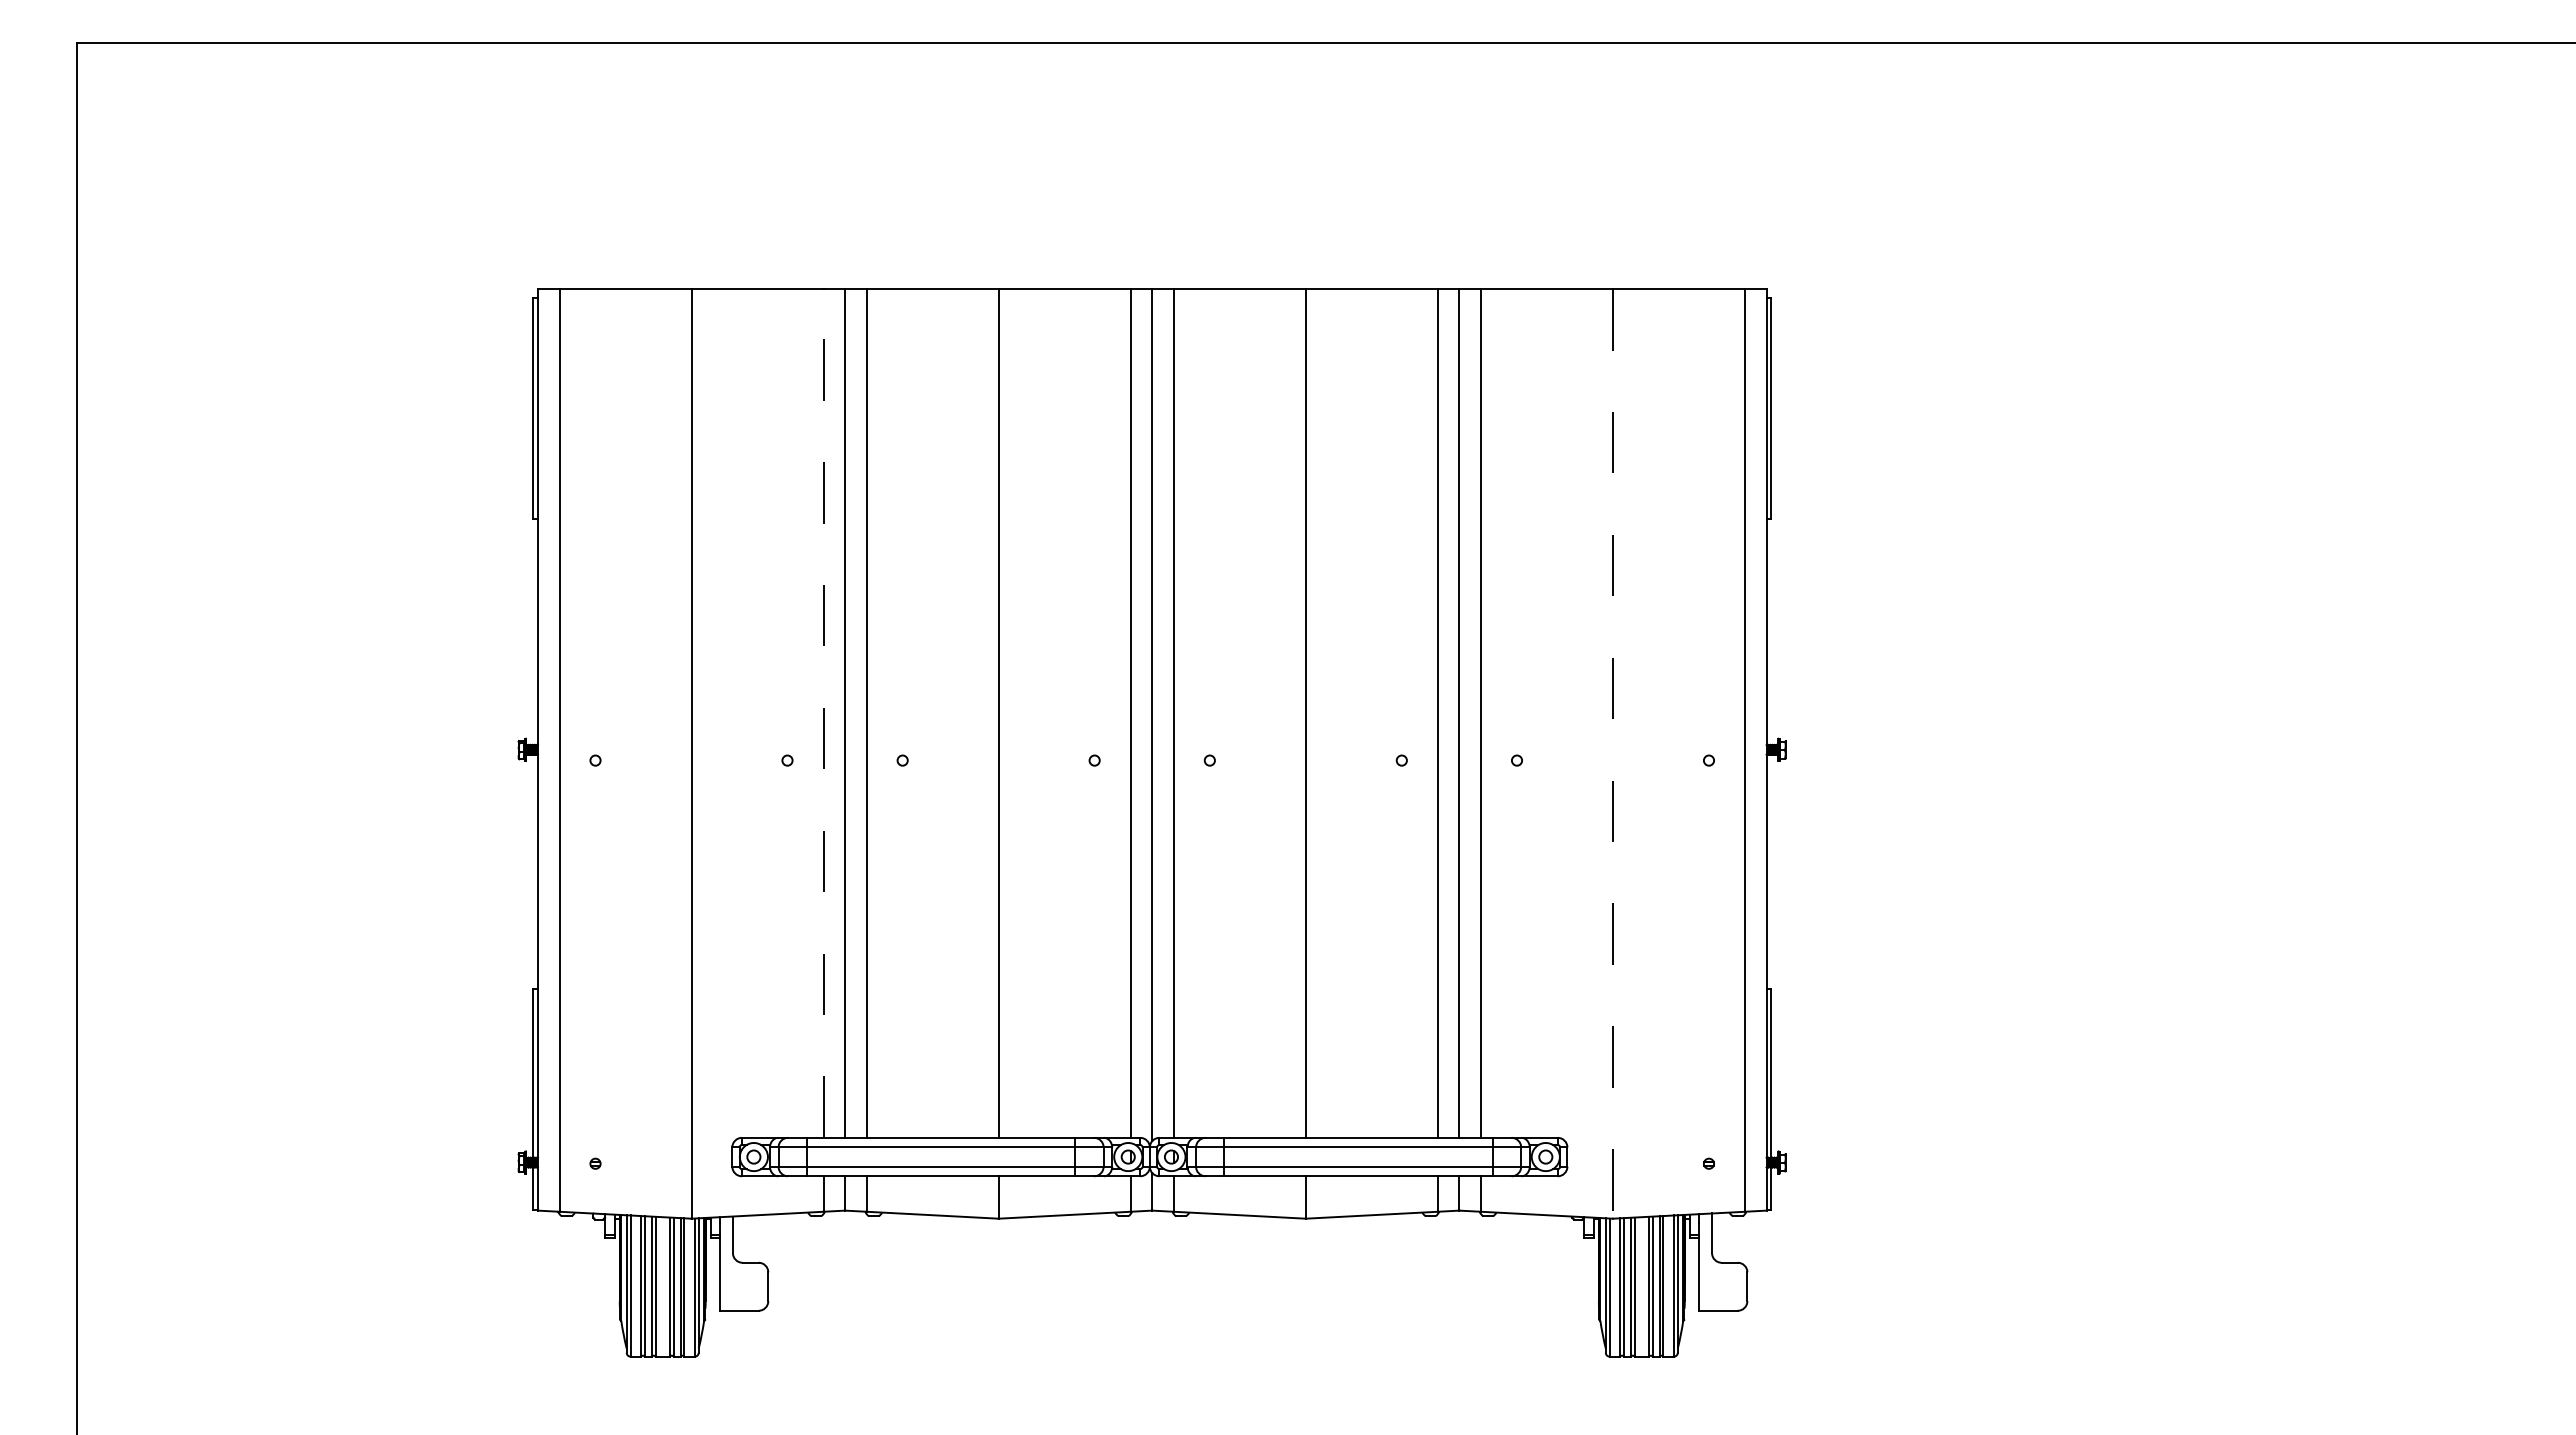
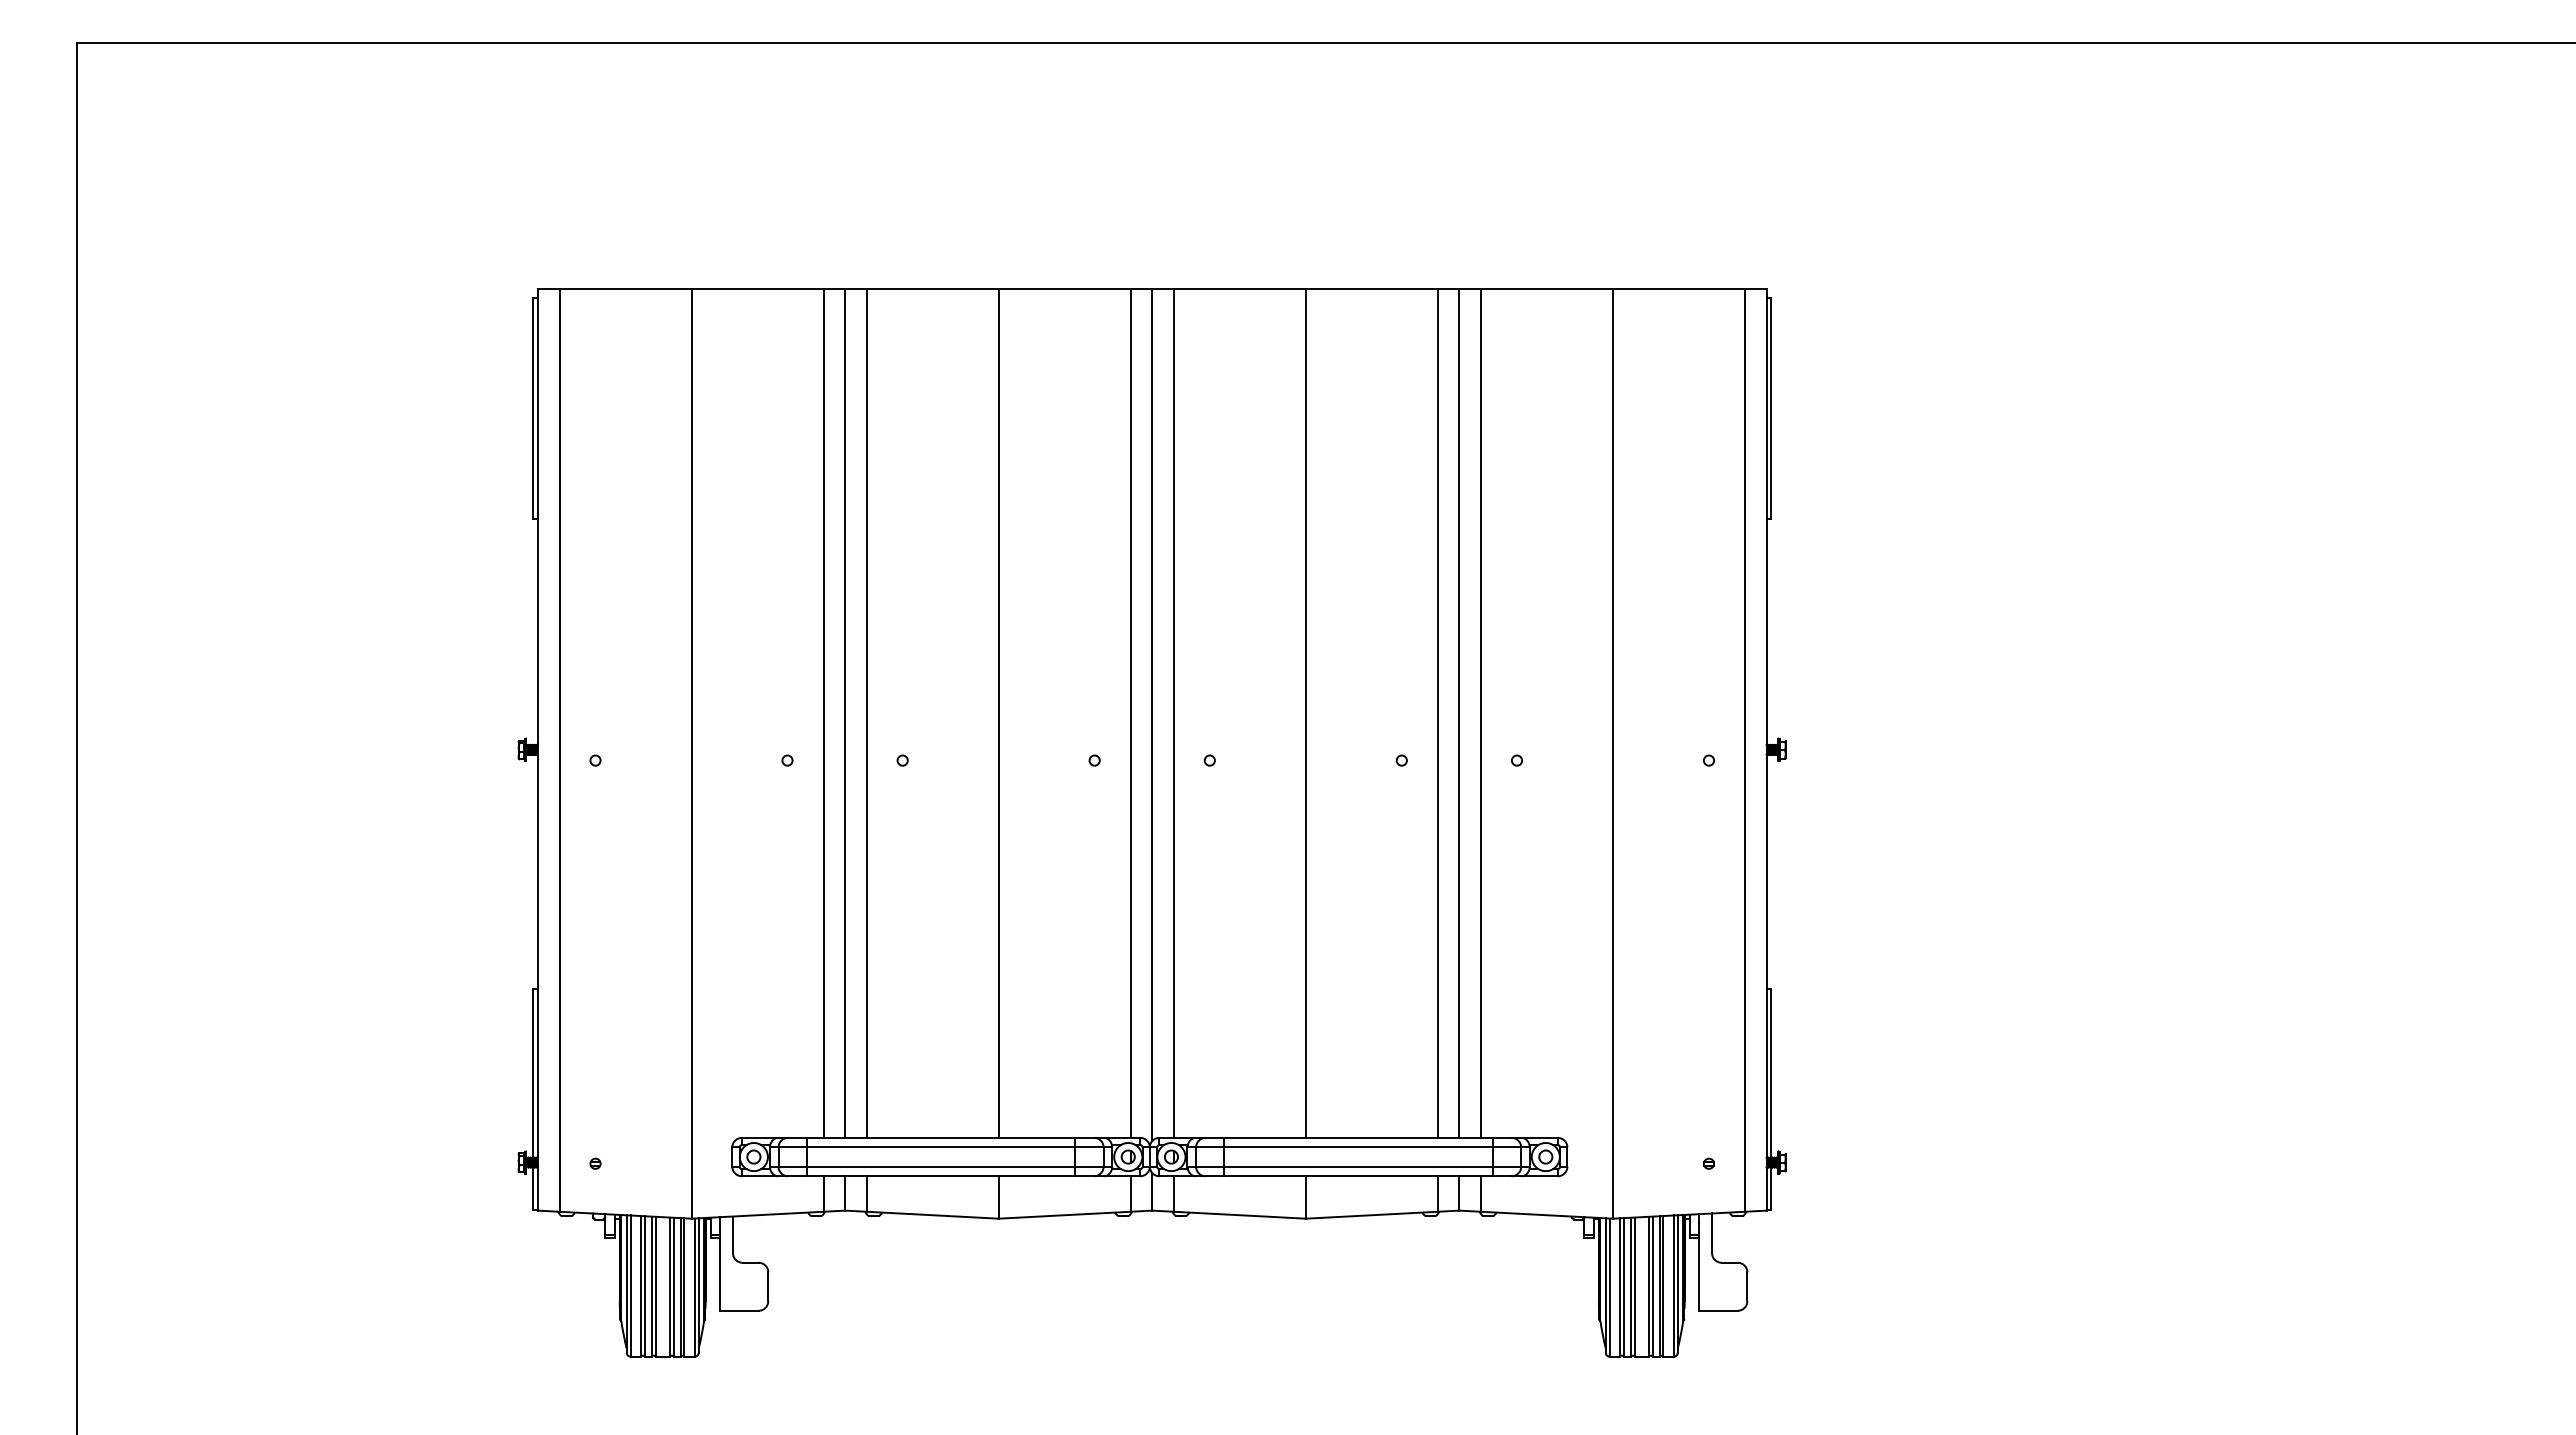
line at (823, 713): dashed -> solid
line at (1613, 753): dashed -> solid
